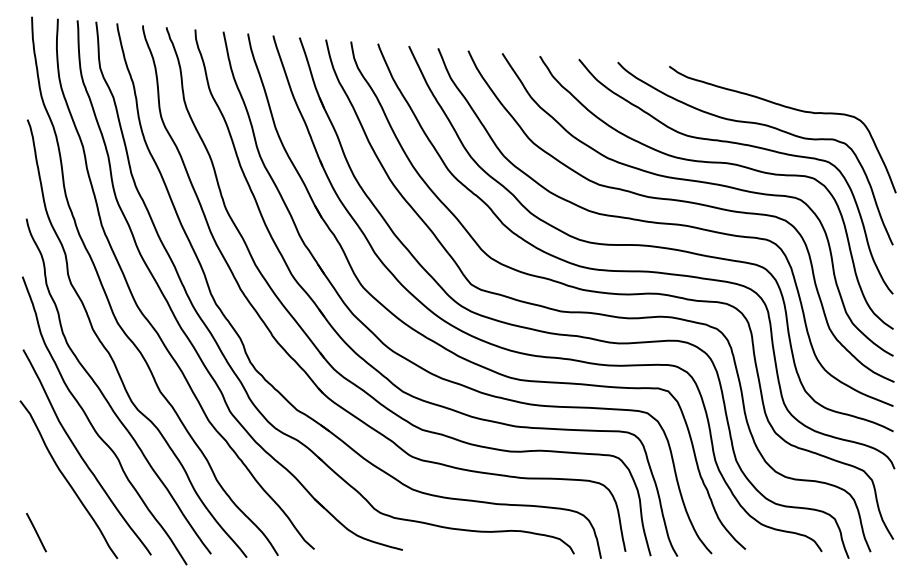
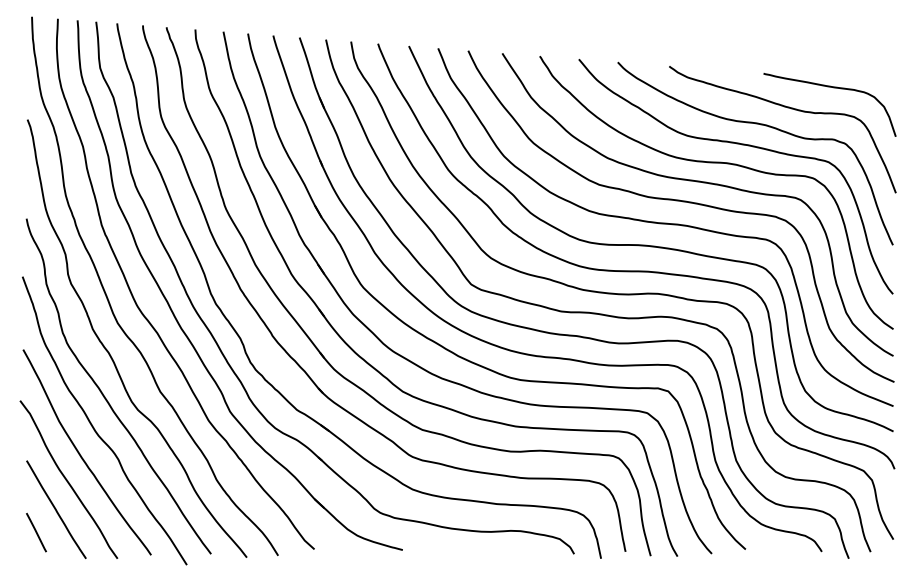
curve at (833, 88): none -> present
line at (56, 509): none -> present
